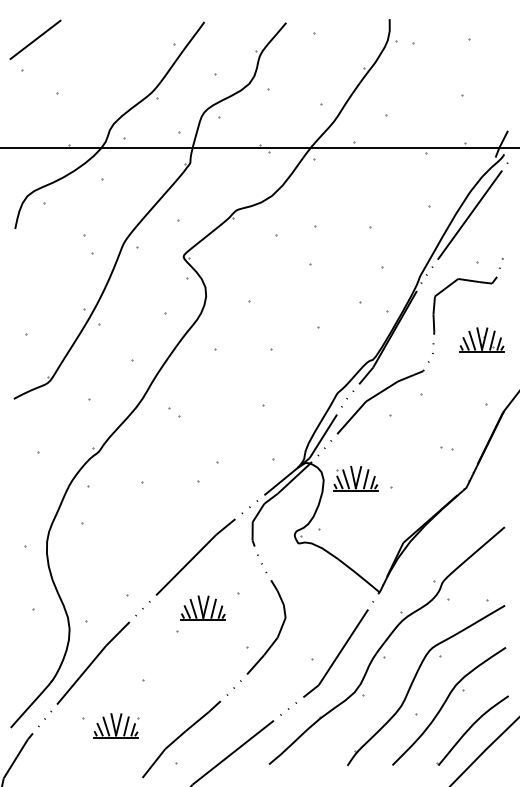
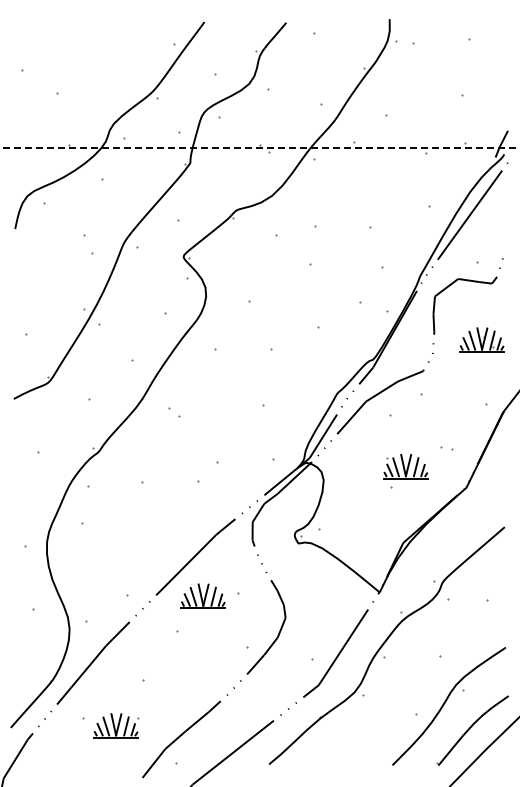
line at (35, 39): present -> none
line at (260, 147): solid -> dashed
part at (355, 478) position: (355, 478) -> (405, 466)
part at (202, 607) position: (202, 607) -> (202, 595)
part at (414, 680): present -> none
